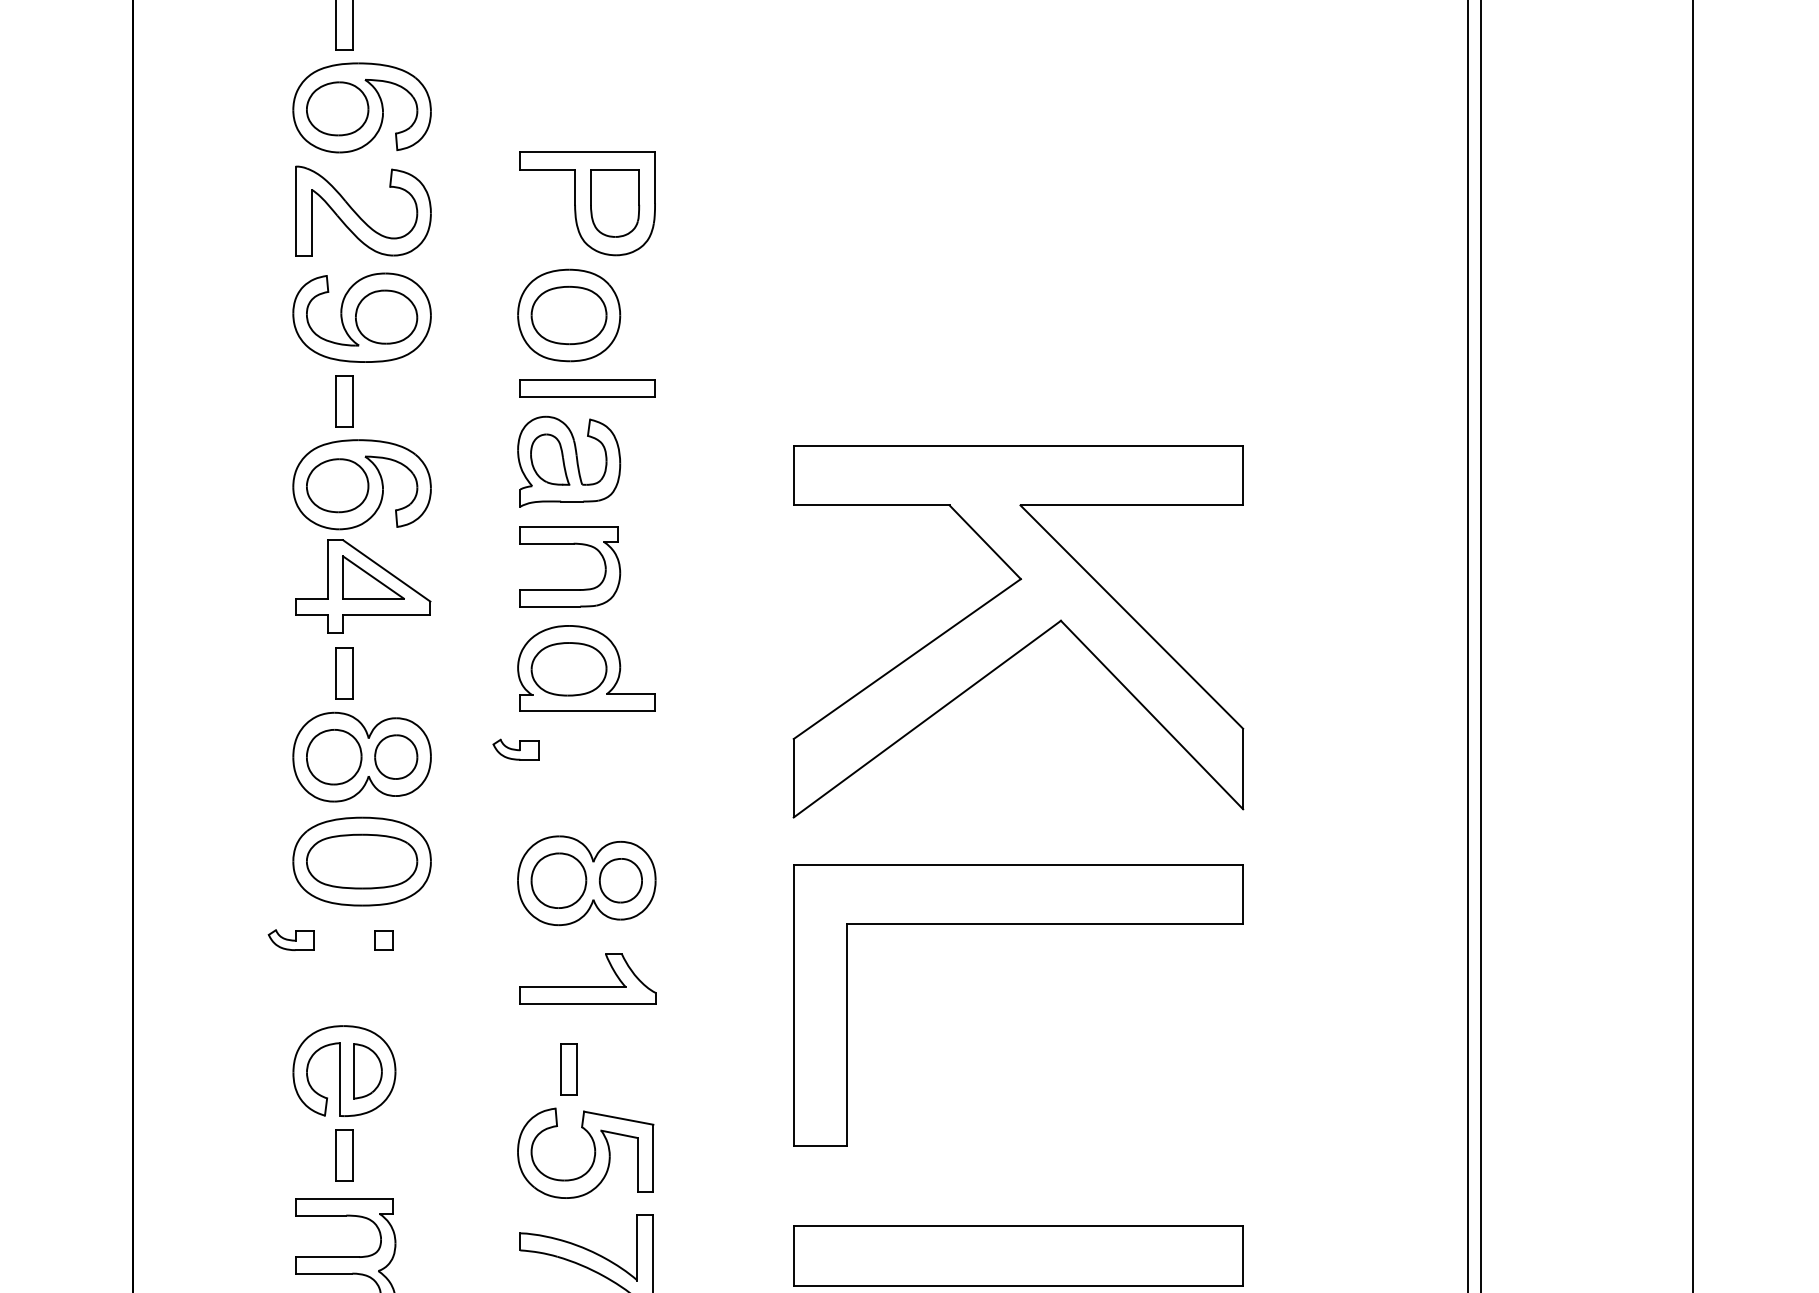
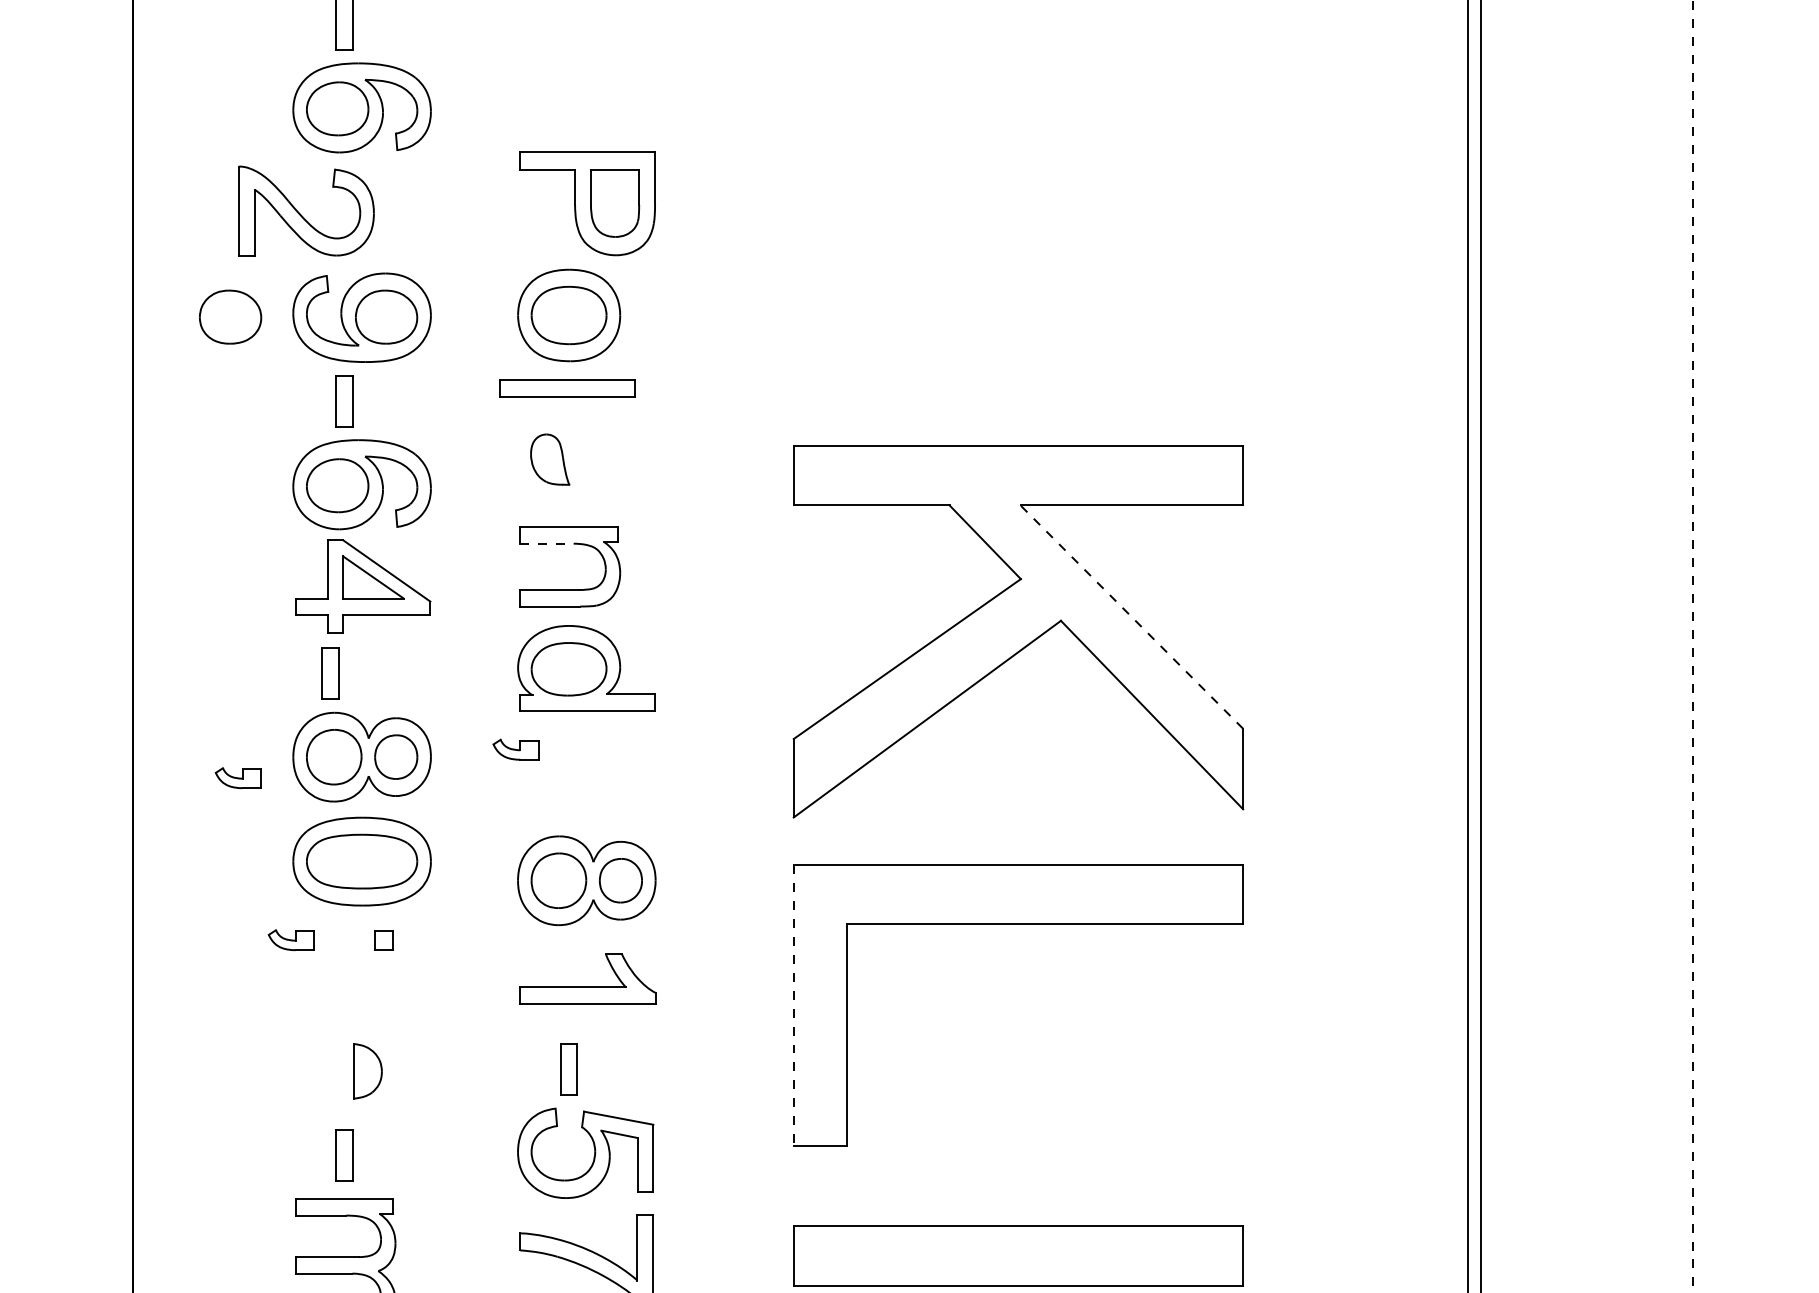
part at (358, 214) position: (358, 214) -> (301, 214)
part at (230, 316): none -> present
part at (587, 388) position: (587, 388) -> (567, 388)
part at (569, 461): present -> none
line at (546, 543): solid -> dashed
line at (1131, 617): solid -> dashed
line at (1692, 646): solid -> dashed
part at (344, 673) position: (344, 673) -> (330, 673)
part at (237, 777): none -> present
line at (793, 1005): solid -> dashed
part at (344, 1070): present -> none
